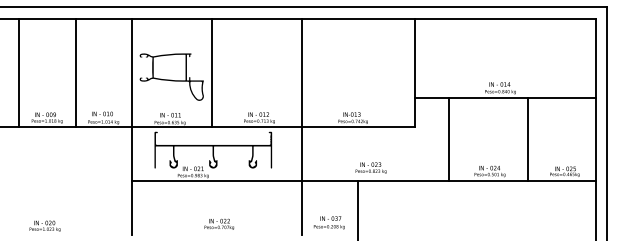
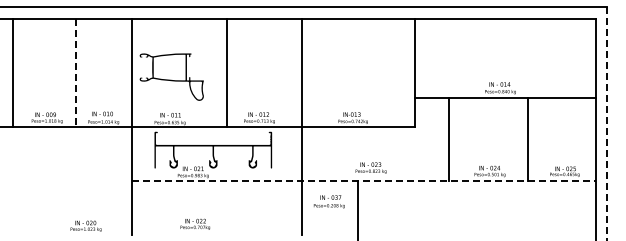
line at (18, 72) position: (18, 72) -> (12, 72)
line at (211, 72) position: (211, 72) -> (226, 72)
line at (75, 73): solid -> dashed
line at (607, 124): solid -> dashed
line at (364, 181): solid -> dashed
text at (328, 222) position: (328, 222) -> (328, 201)
text at (219, 223) position: (219, 223) -> (195, 223)
text at (44, 225) position: (44, 225) -> (85, 225)
